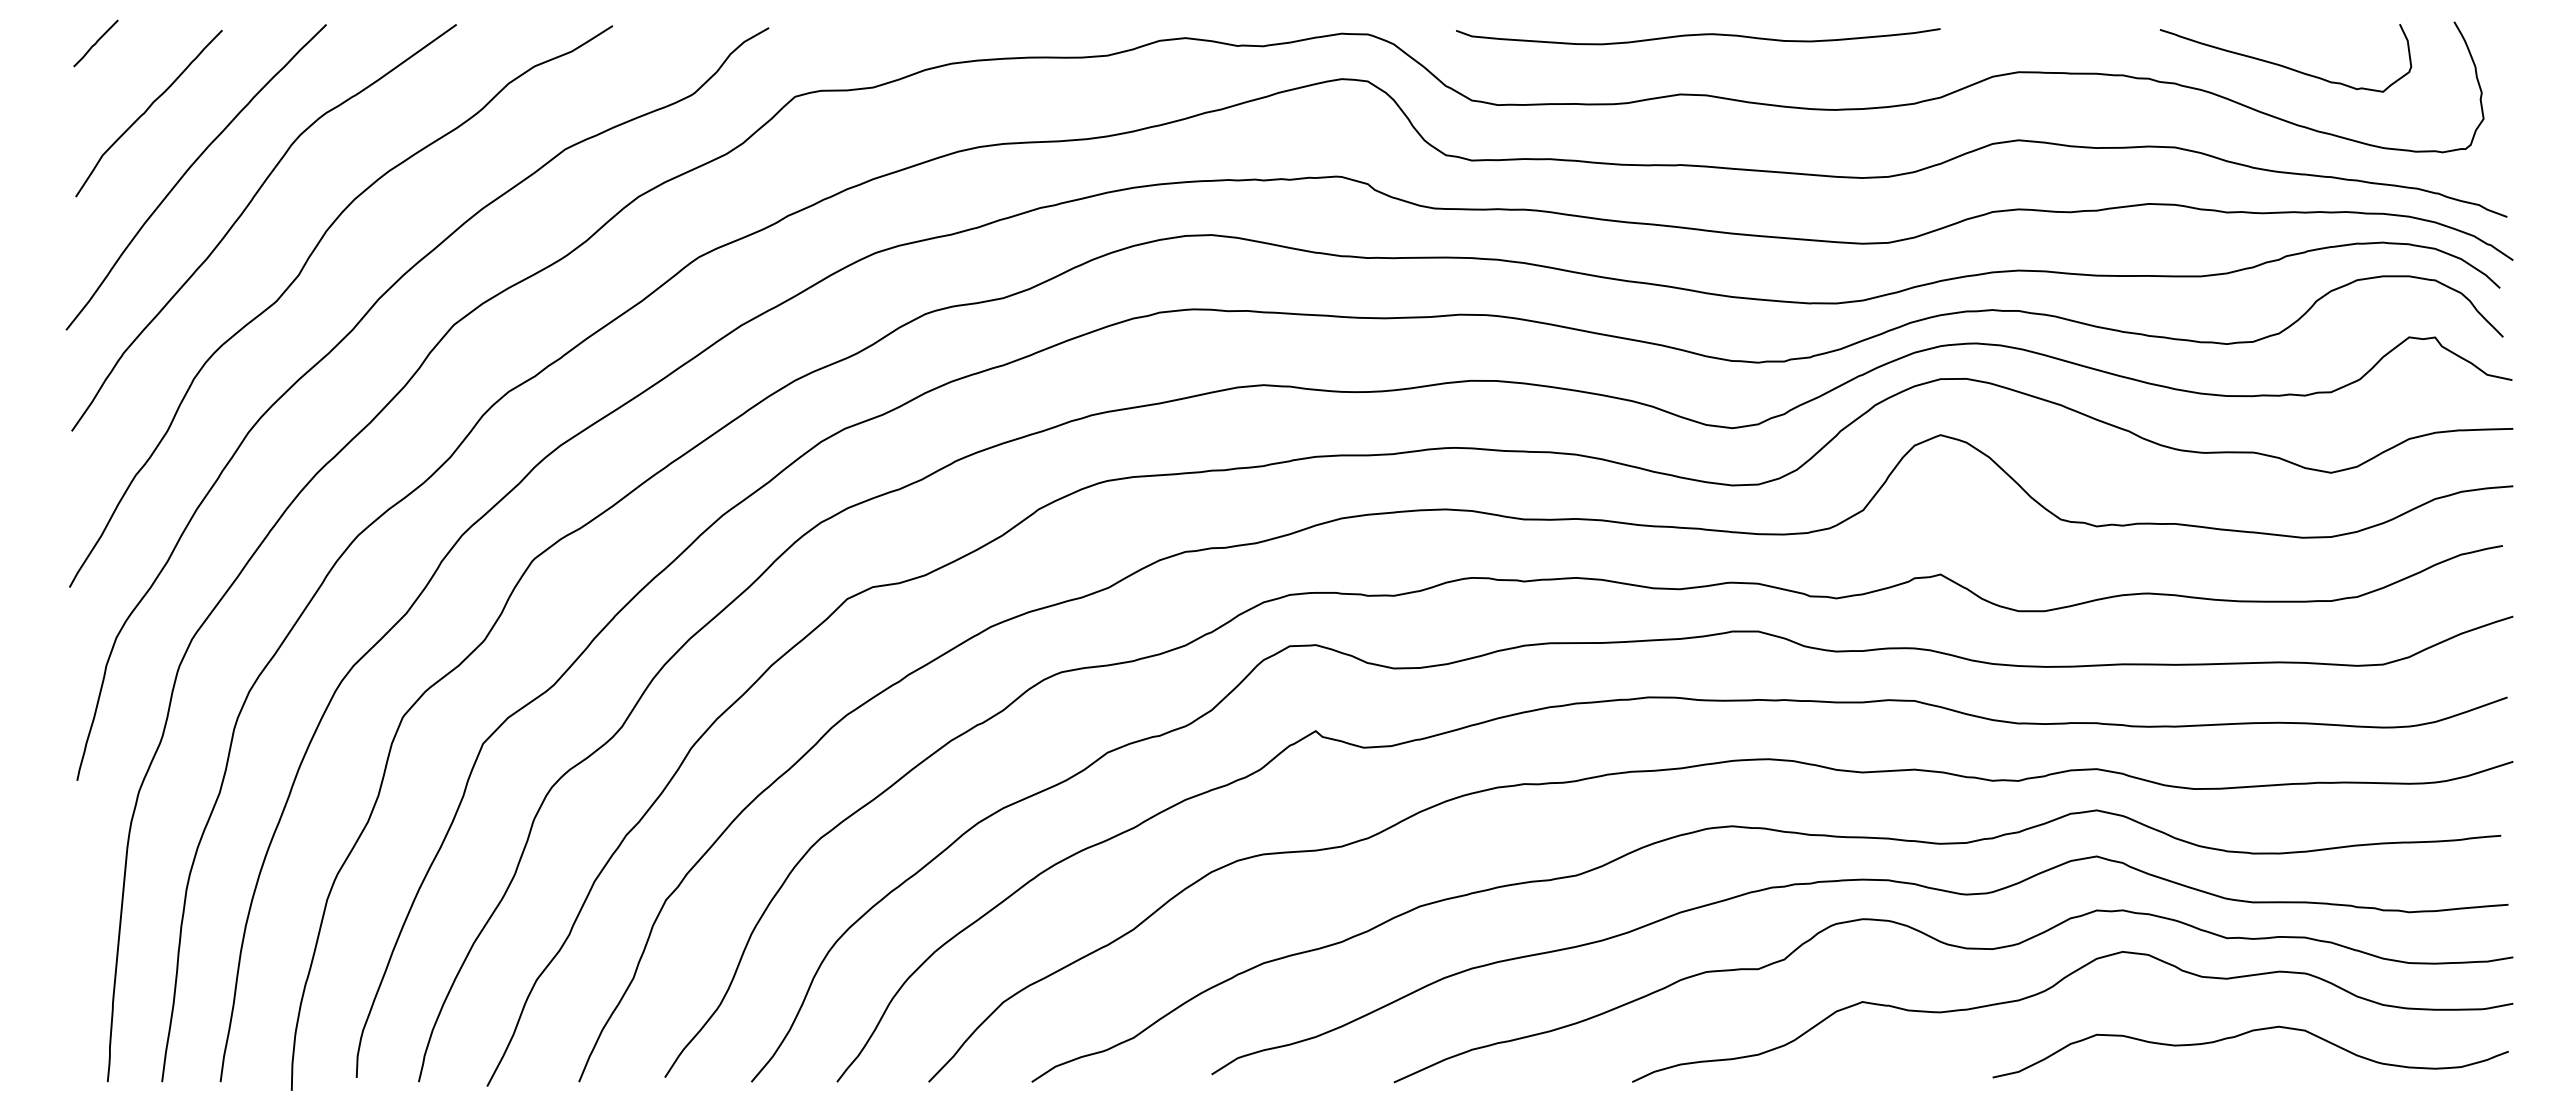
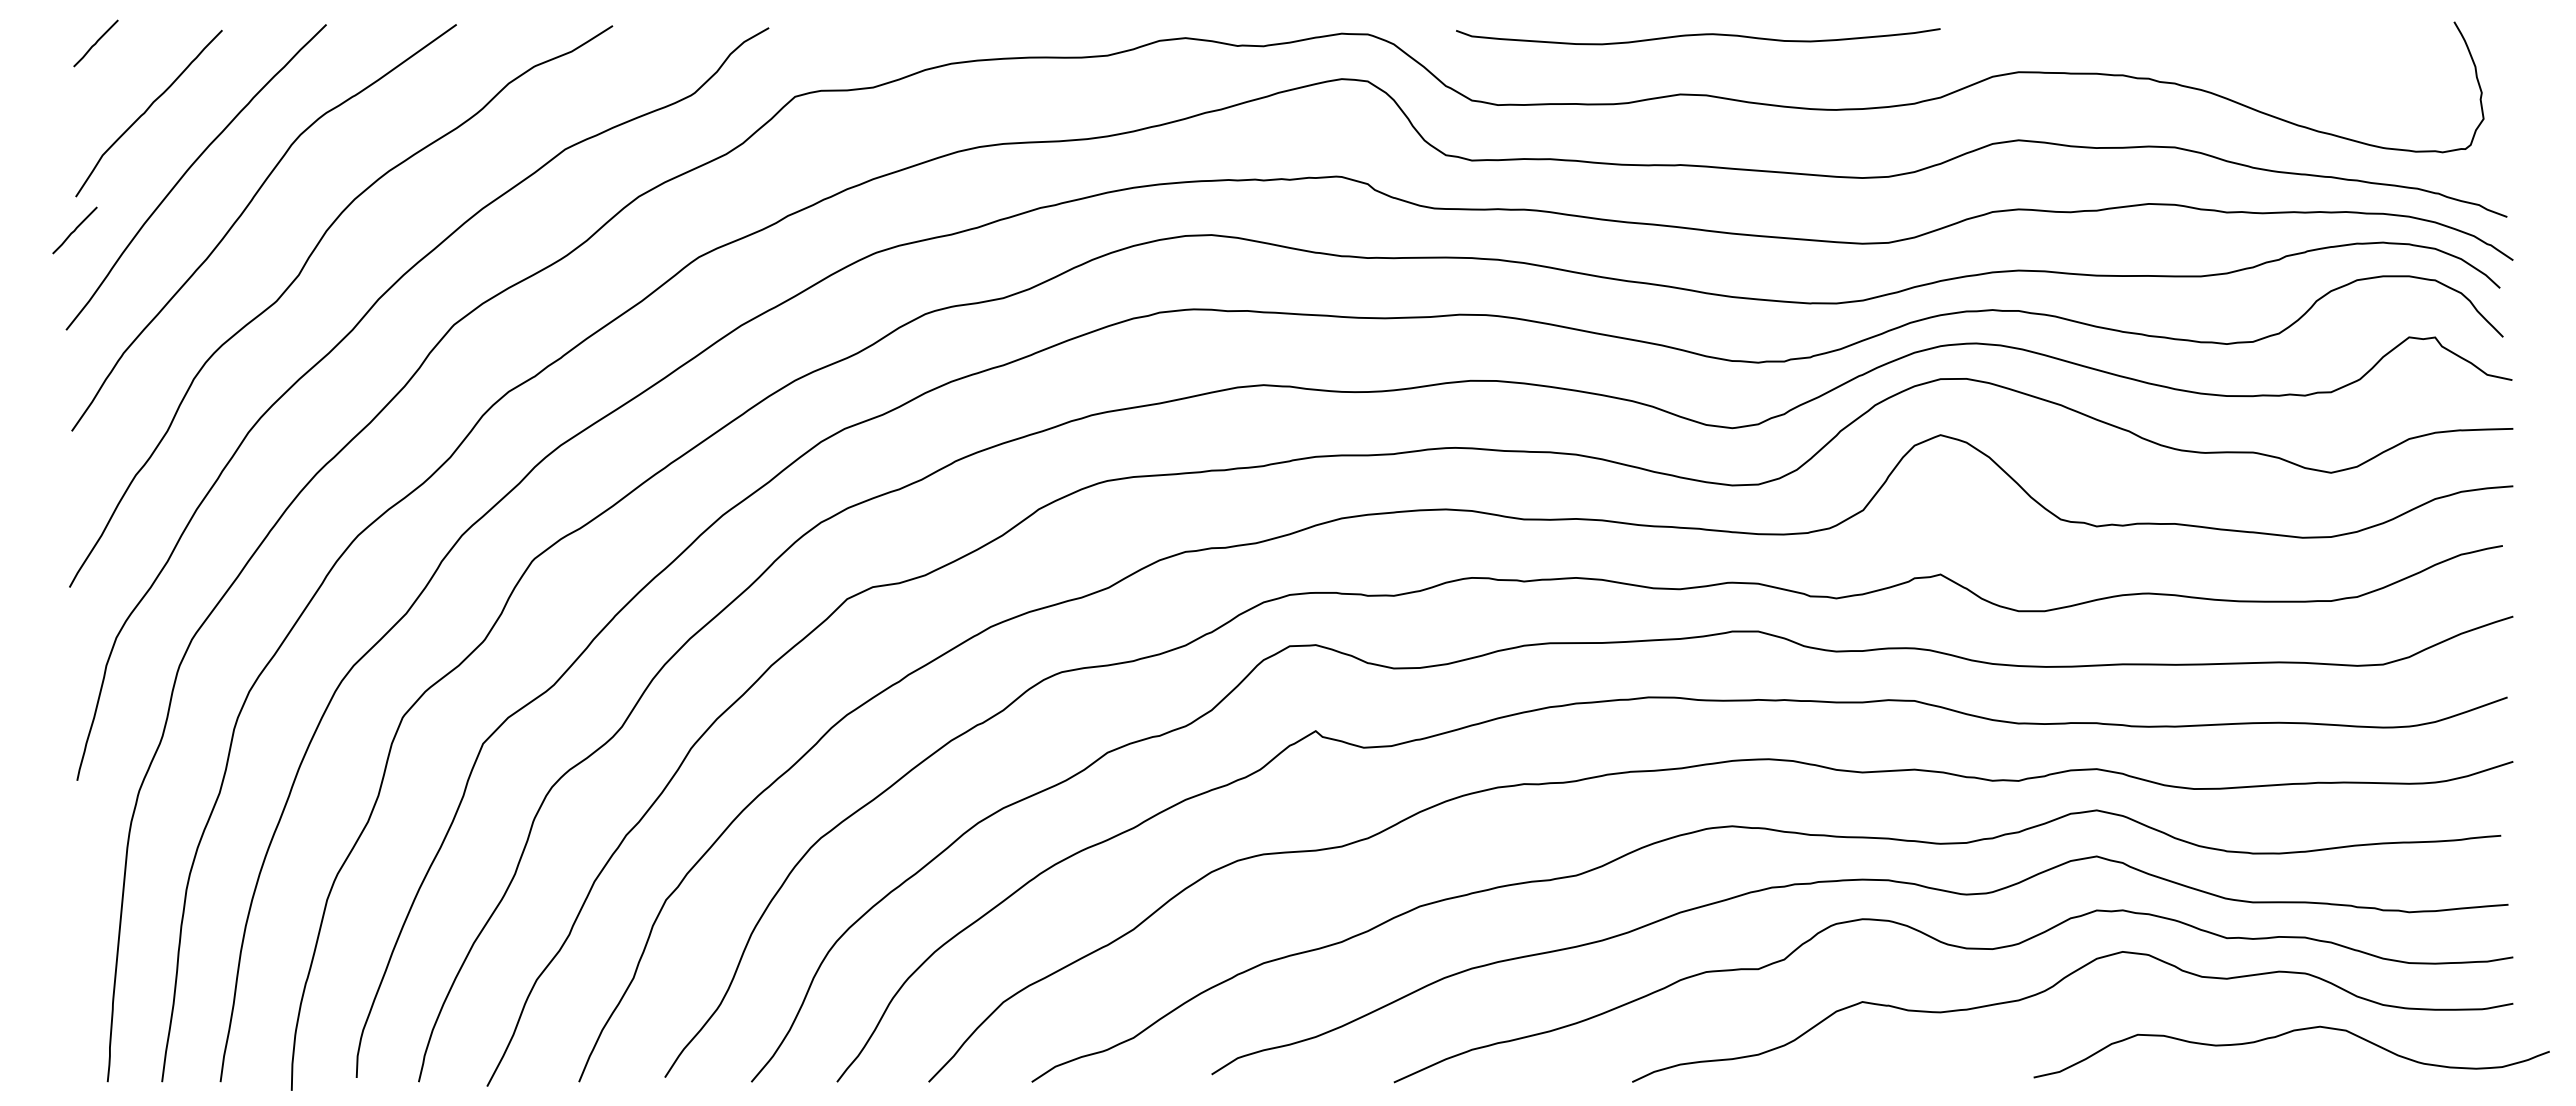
curve at (2284, 65): present -> none
line at (74, 230): none -> present
curve at (2245, 1034) position: (2245, 1034) -> (2286, 1034)
